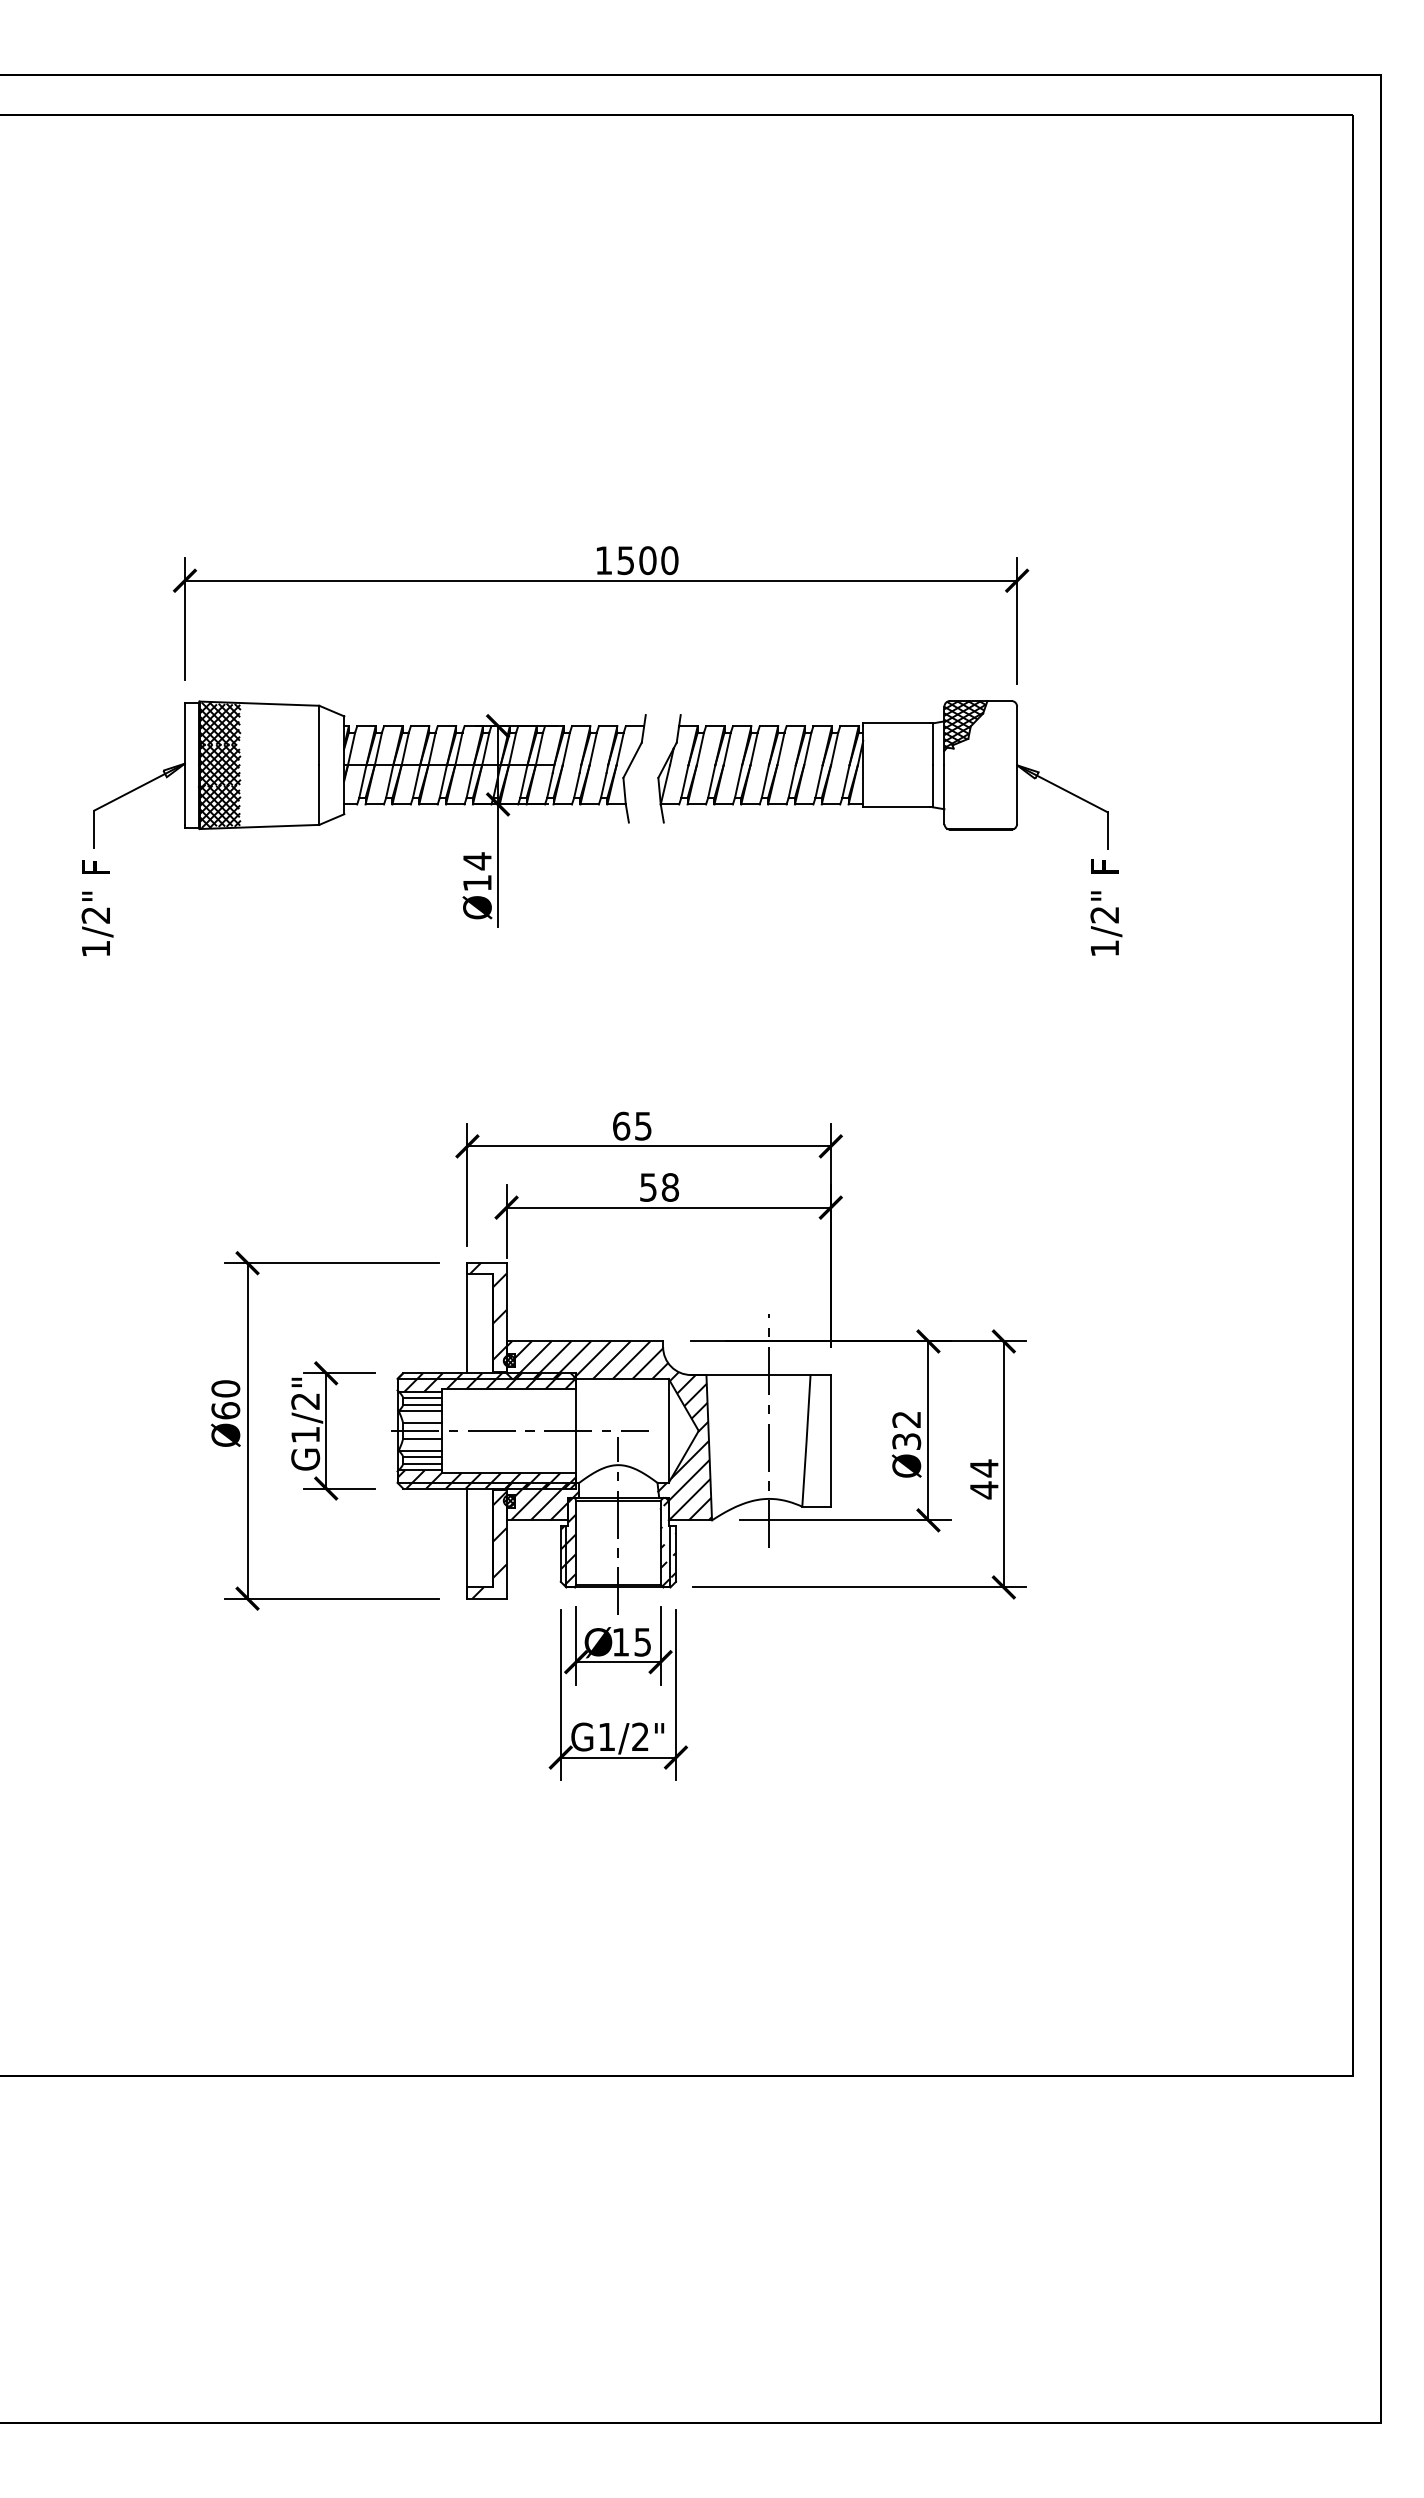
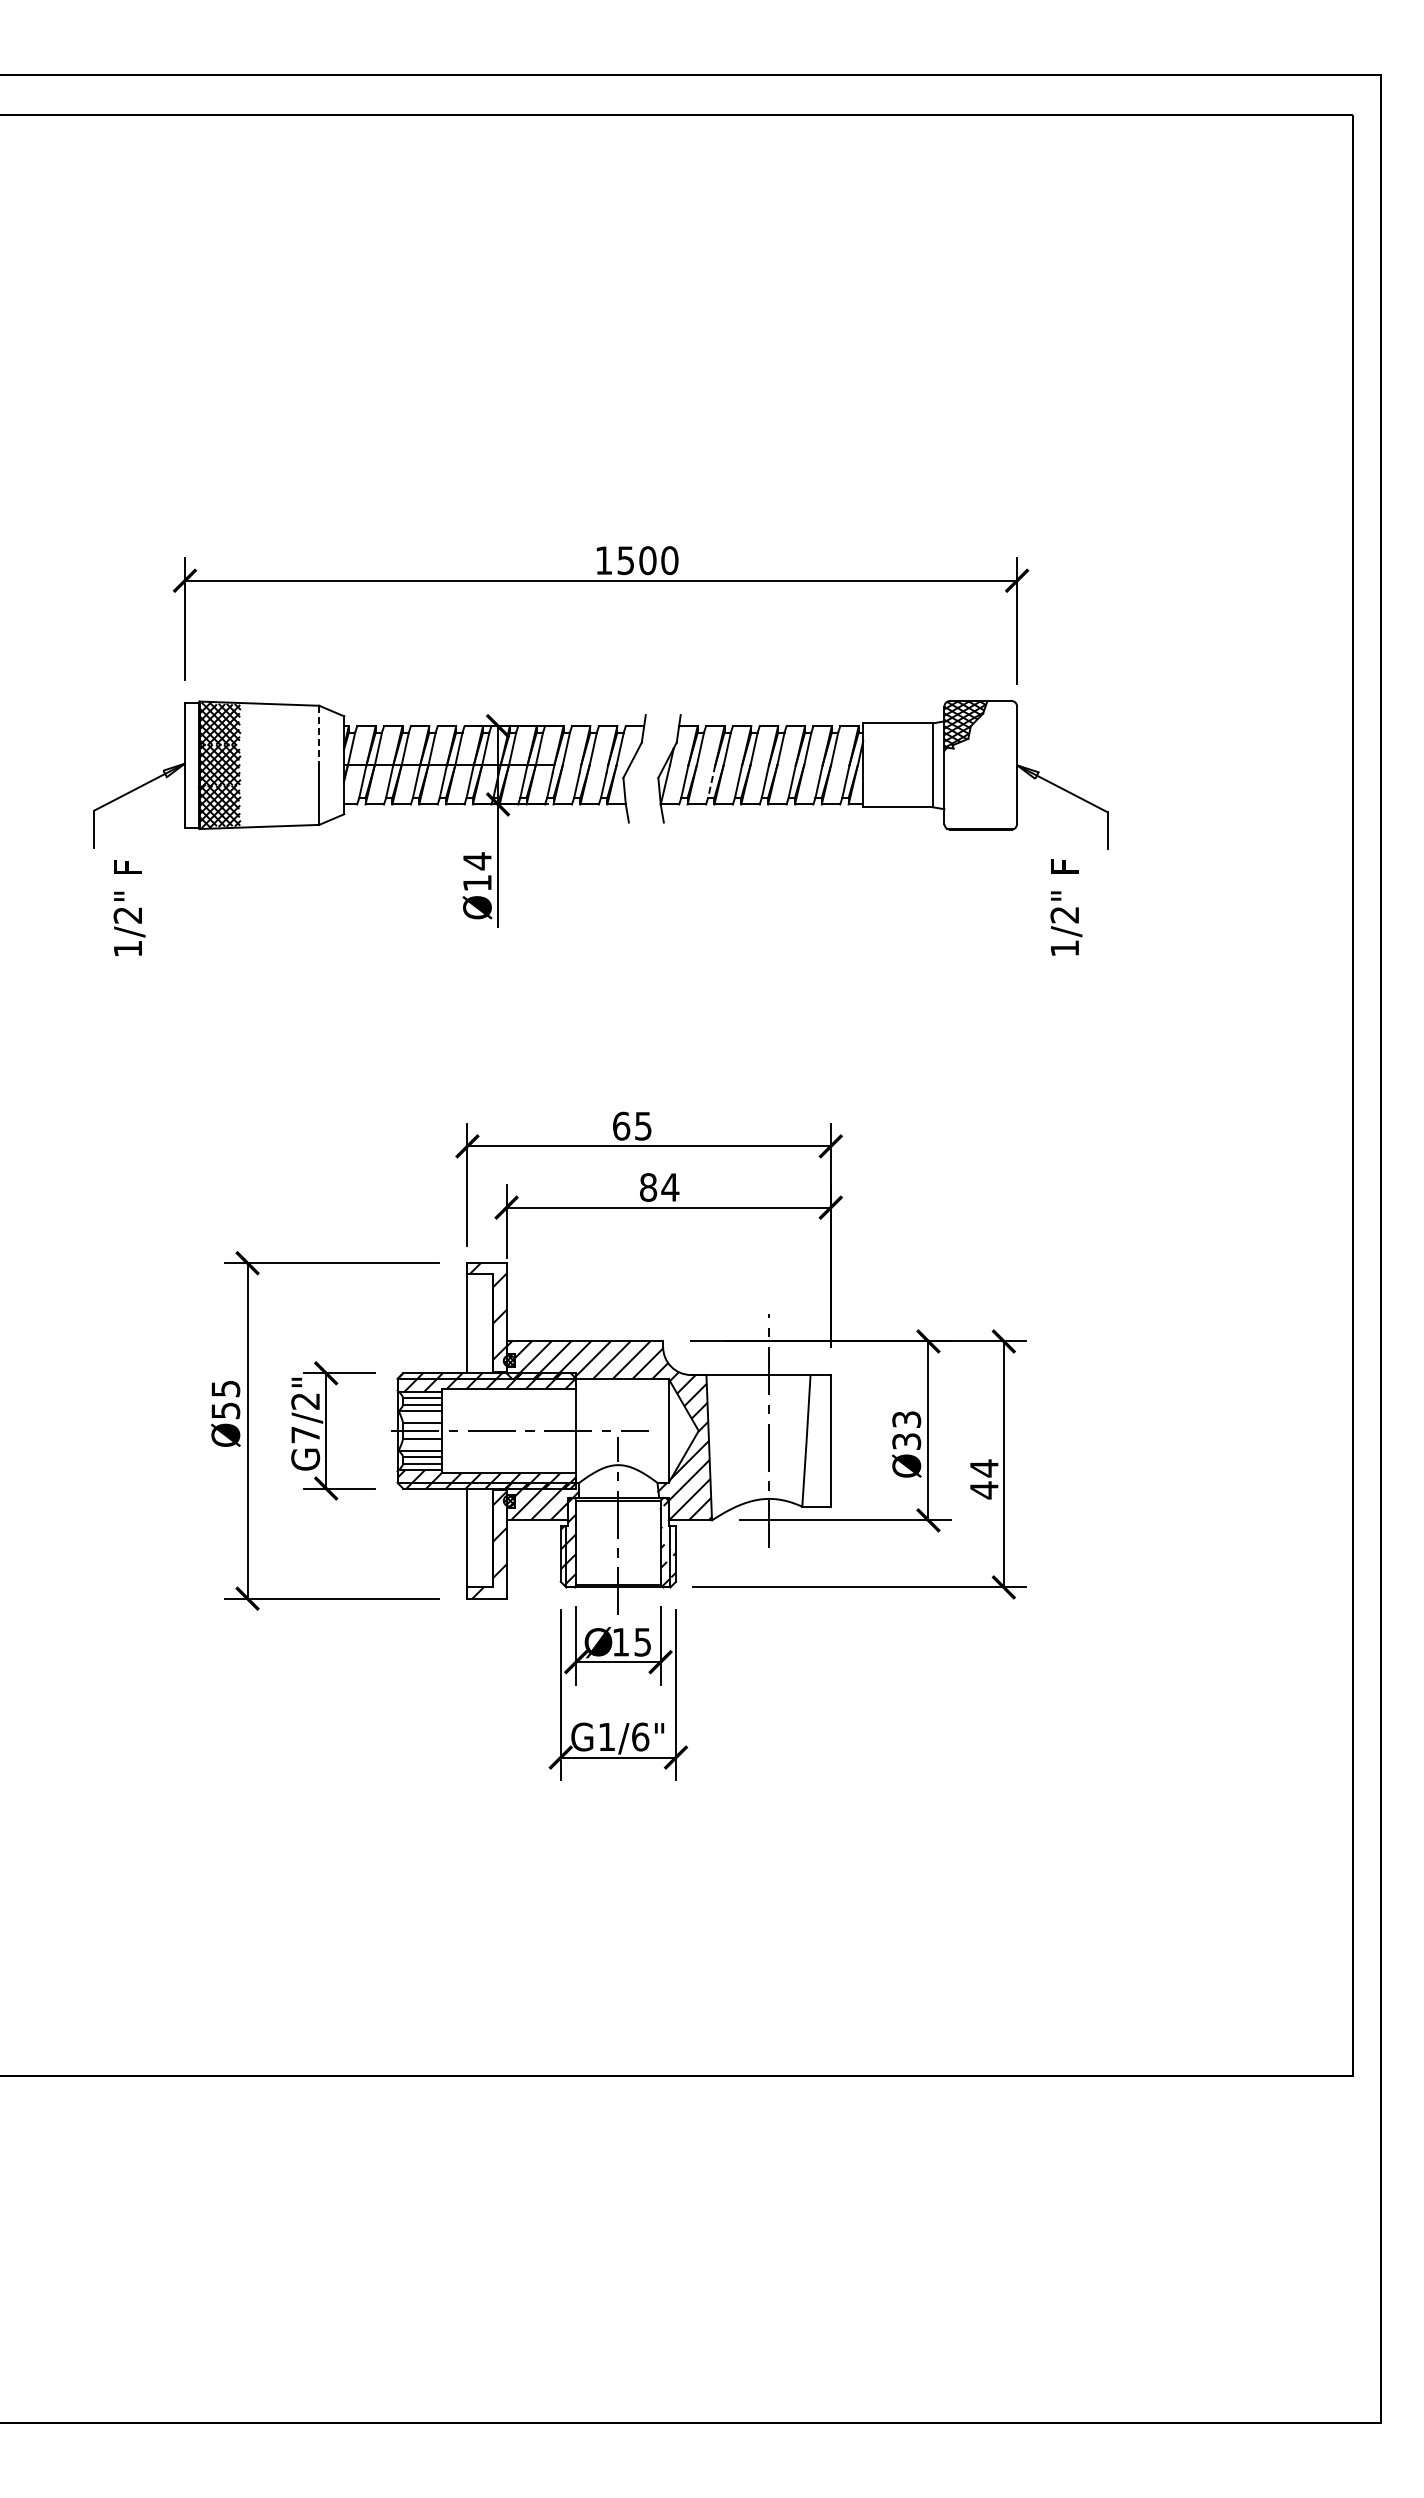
line at (319, 735): solid -> dashed
line at (711, 781): solid -> dashed
text at (97, 907) position: (97, 907) -> (129, 907)
text at (1106, 907) position: (1106, 907) -> (1066, 907)
text at (659, 1187): 58 -> 84
text at (225, 1399): Ø60 -> Ø55
text at (906, 1419): Ø32 -> Ø33
text at (305, 1435): G1/2" -> G7/2"
text at (640, 1736): G1/2" -> G1/6"
